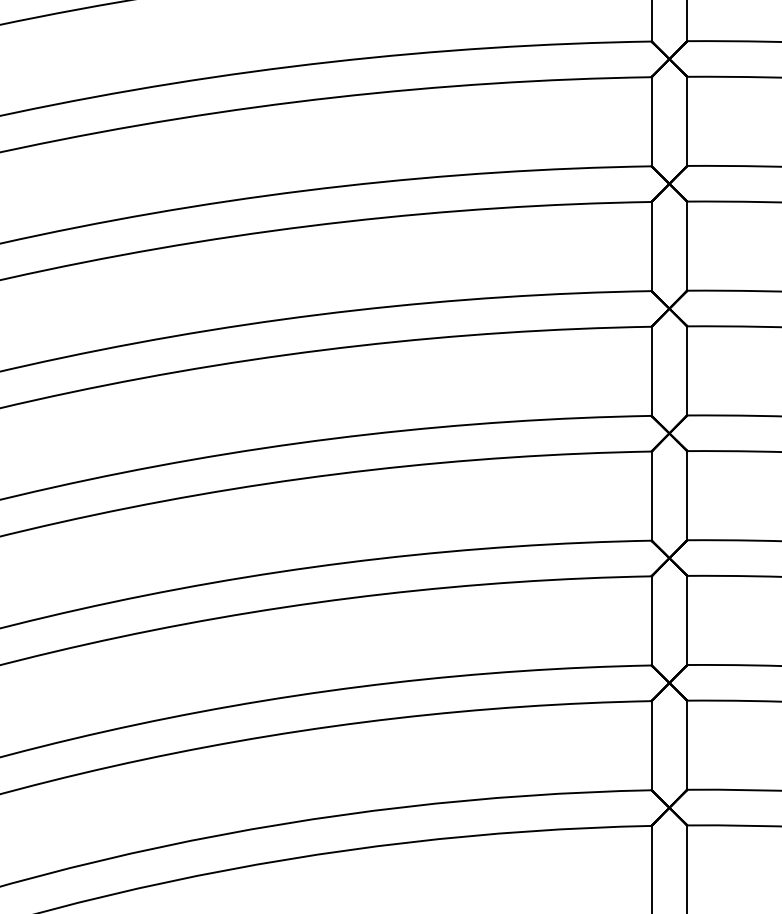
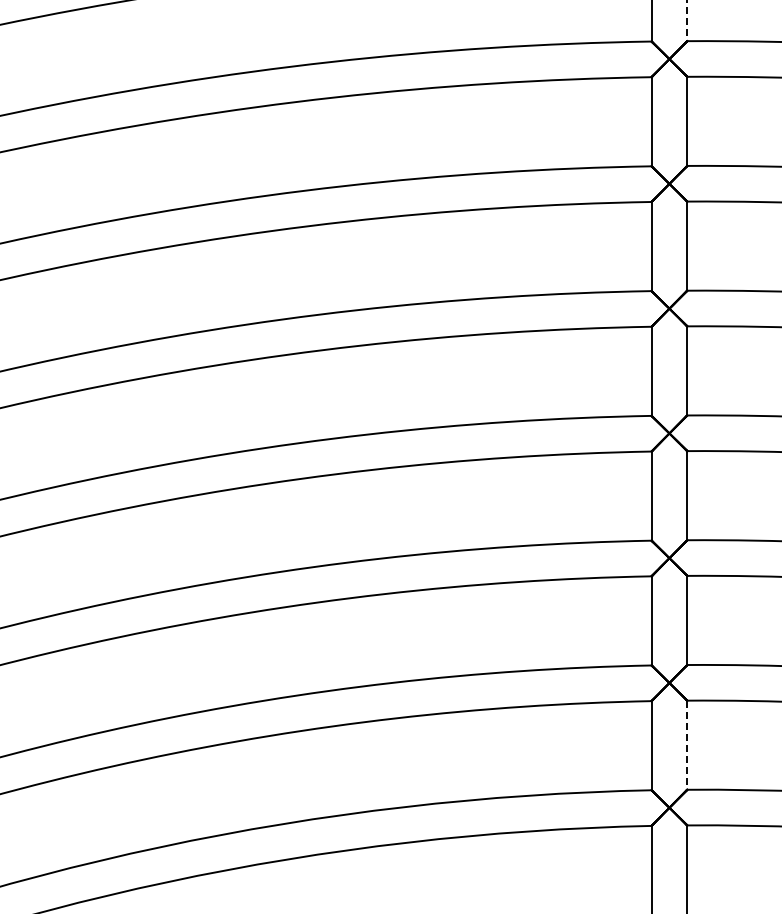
line at (687, 21): solid -> dashed
line at (687, 745): solid -> dashed
